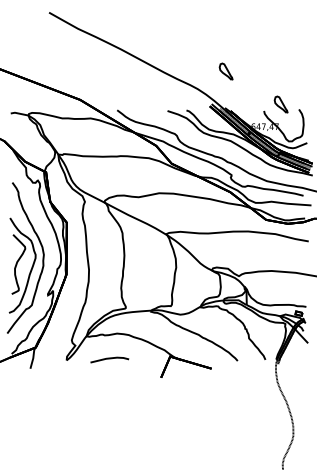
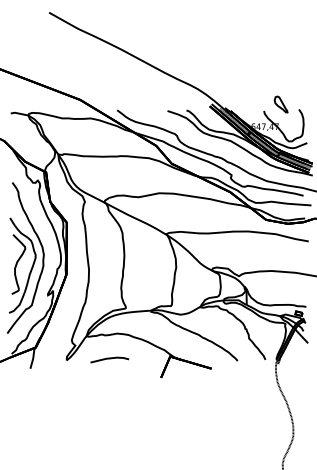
part at (225, 71): present -> none
